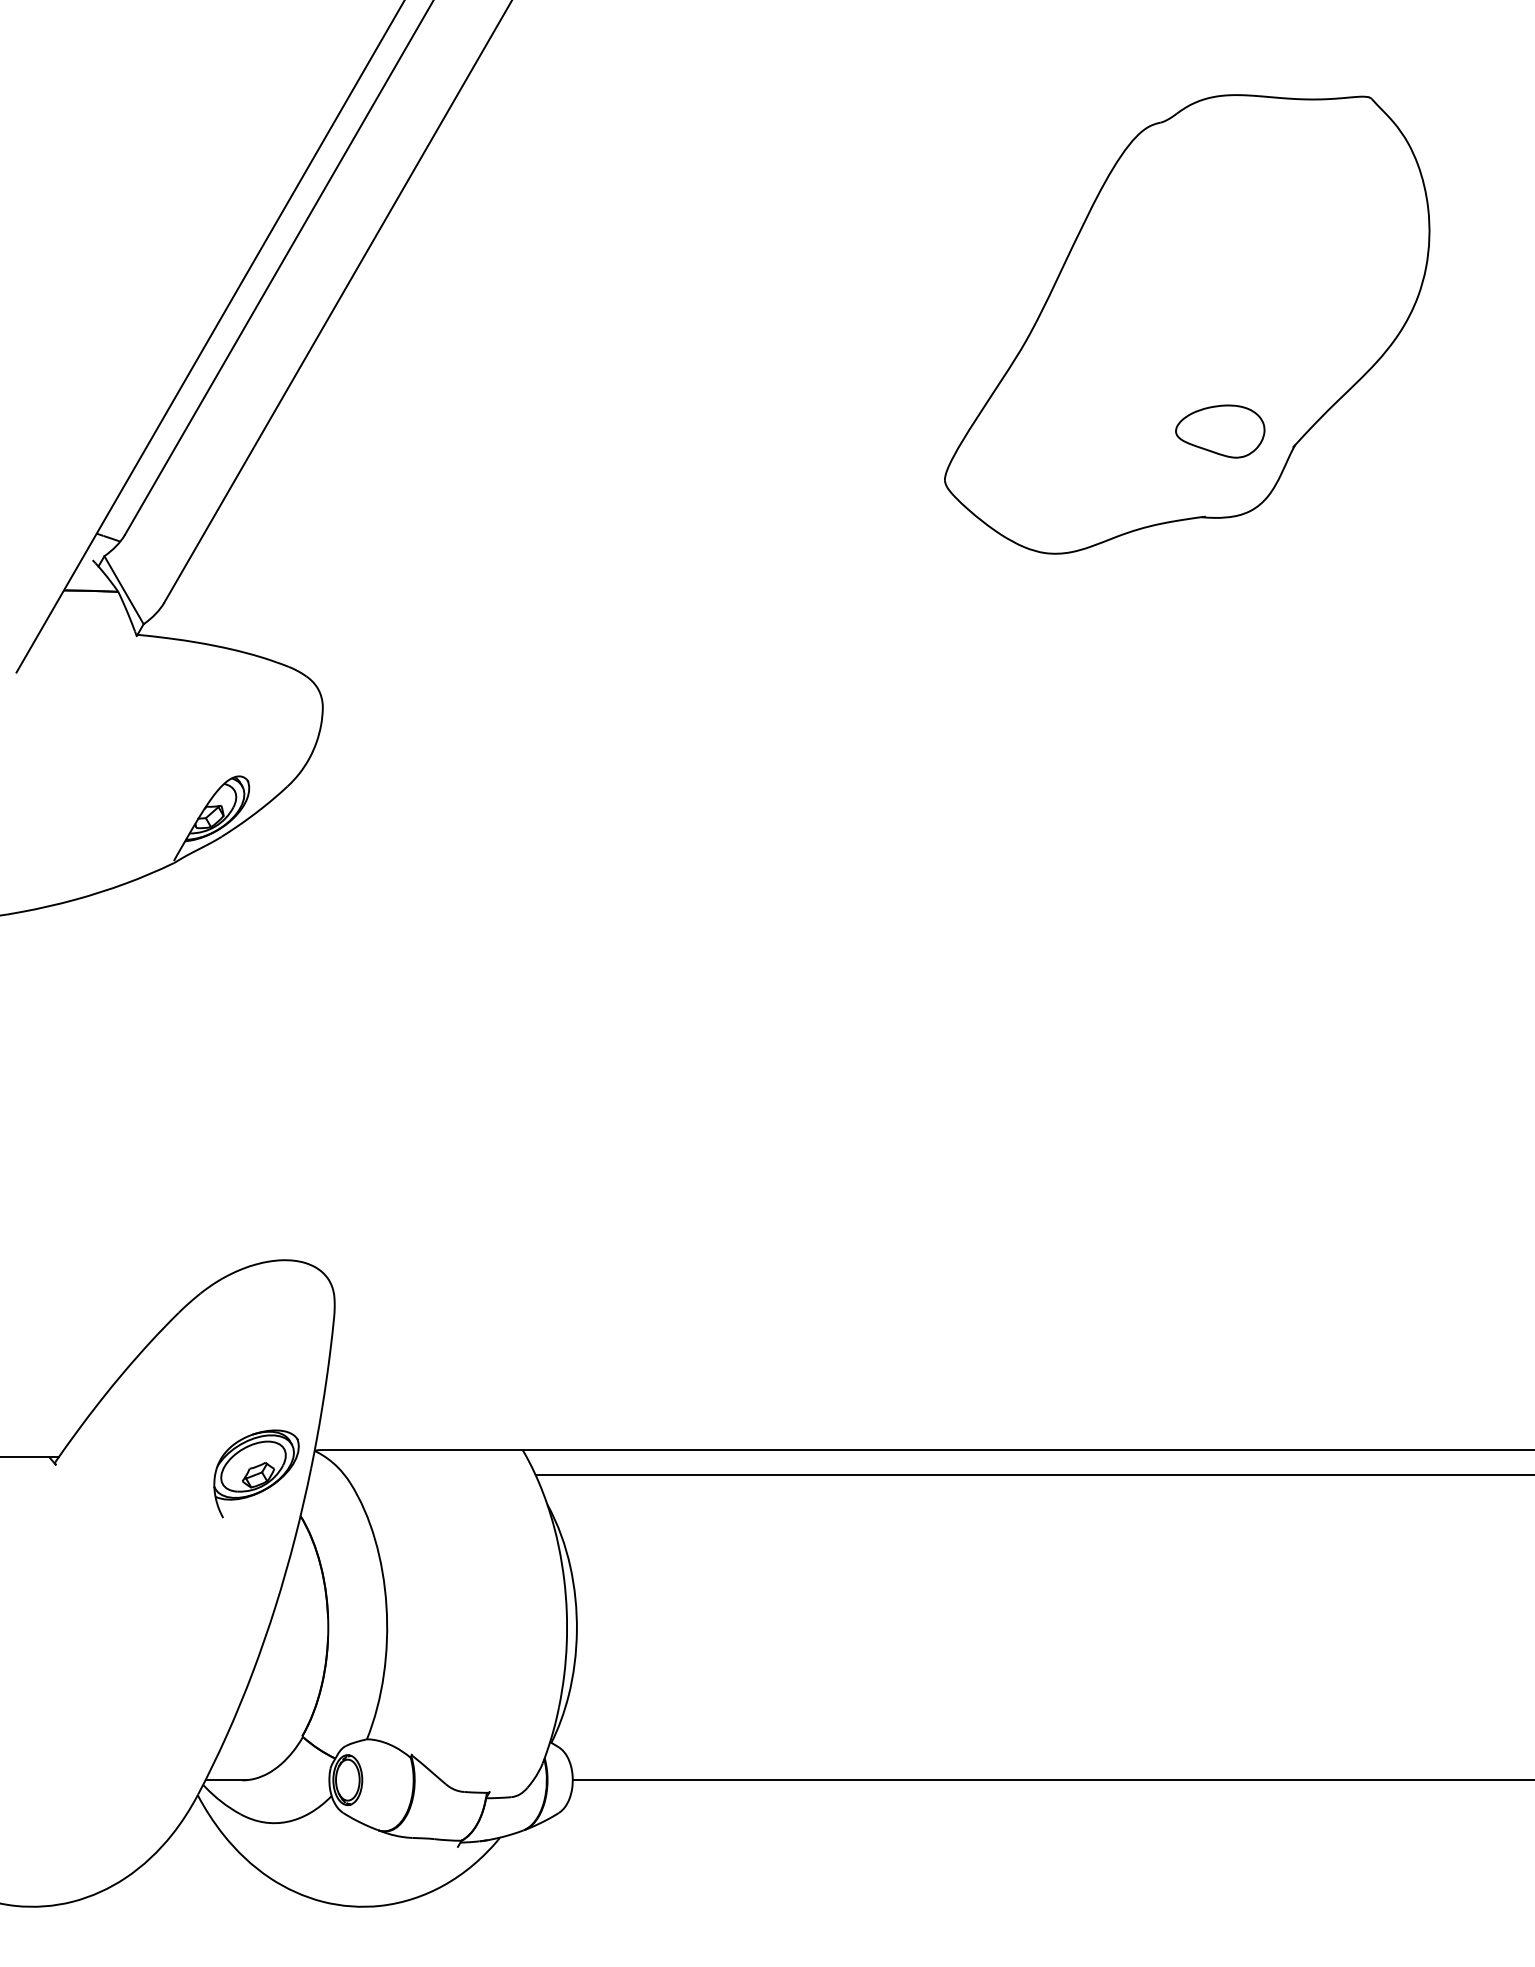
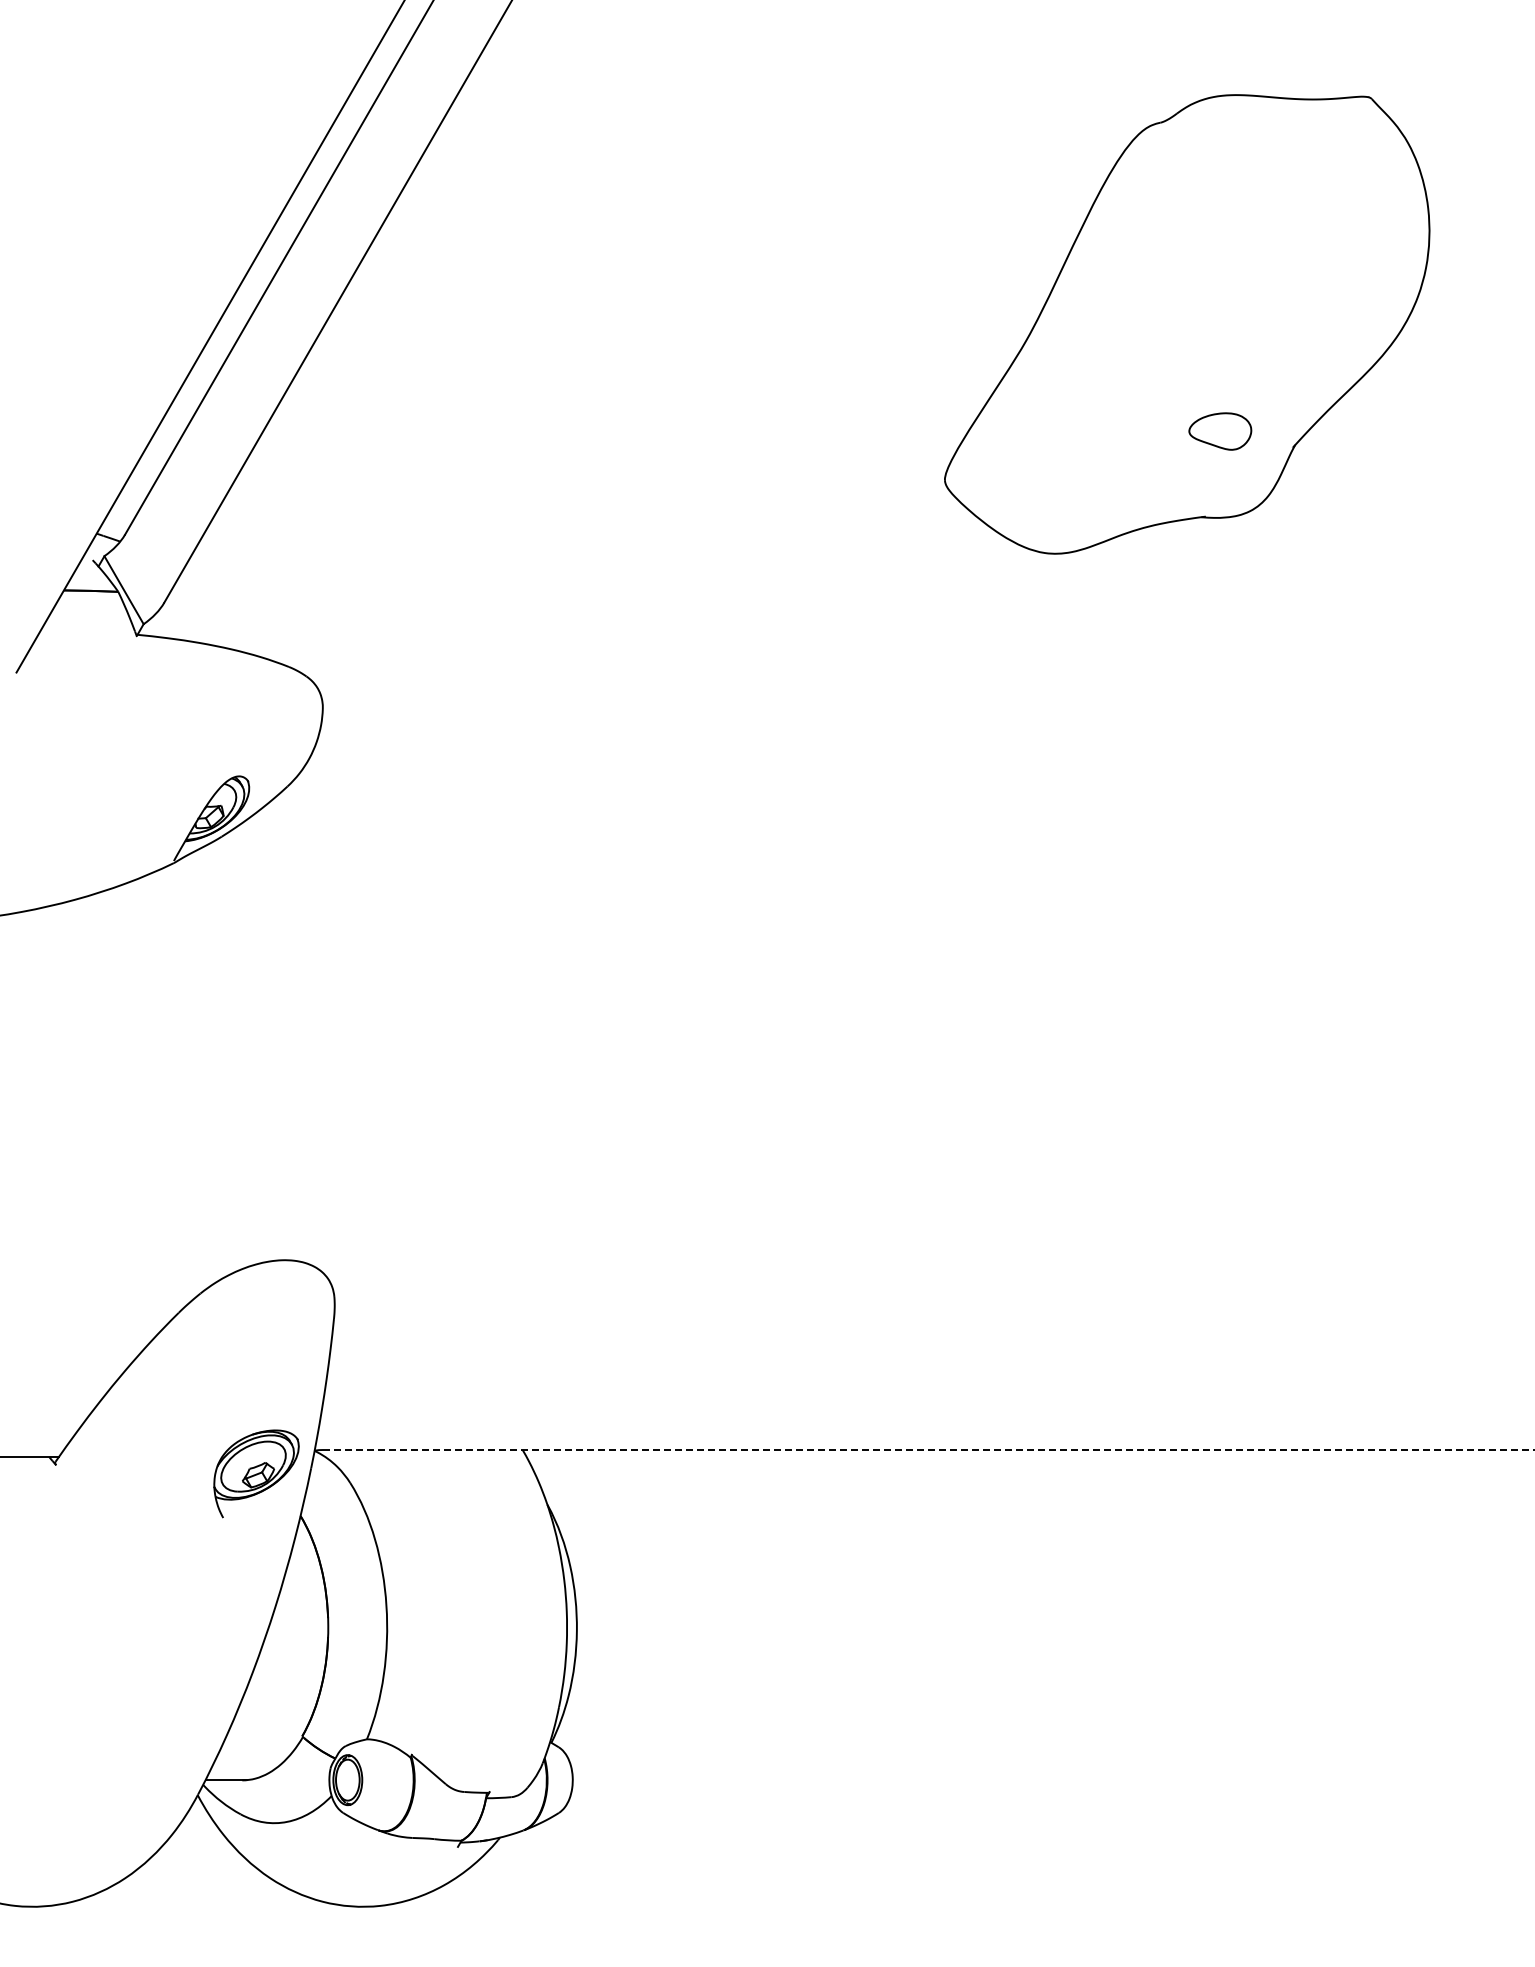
part at (1220, 431) size: 91x55 px -> 65x39 px
line at (928, 1450): solid -> dashed
line at (1033, 1475): present -> none
line at (1051, 1780): present -> none
